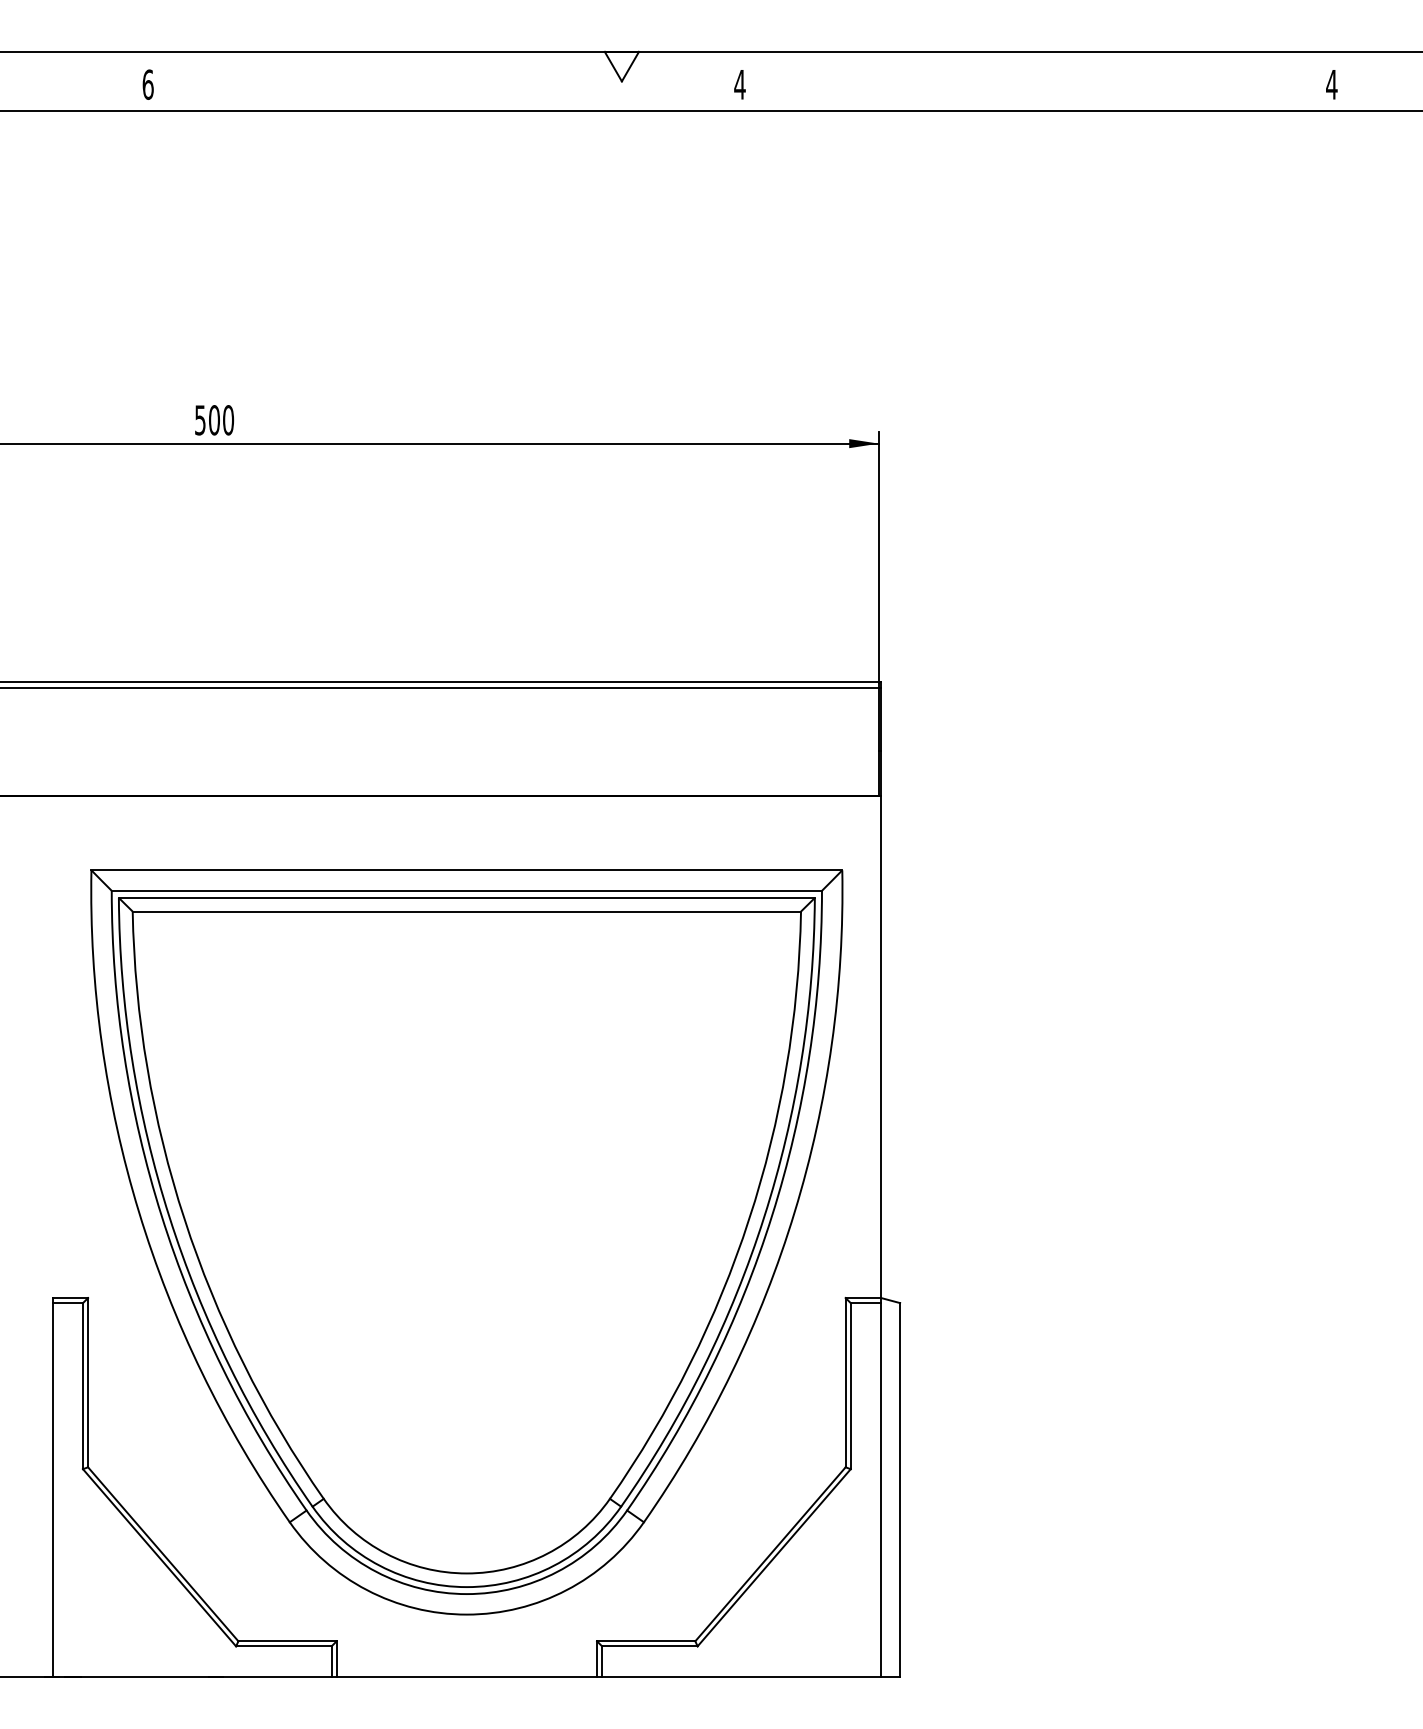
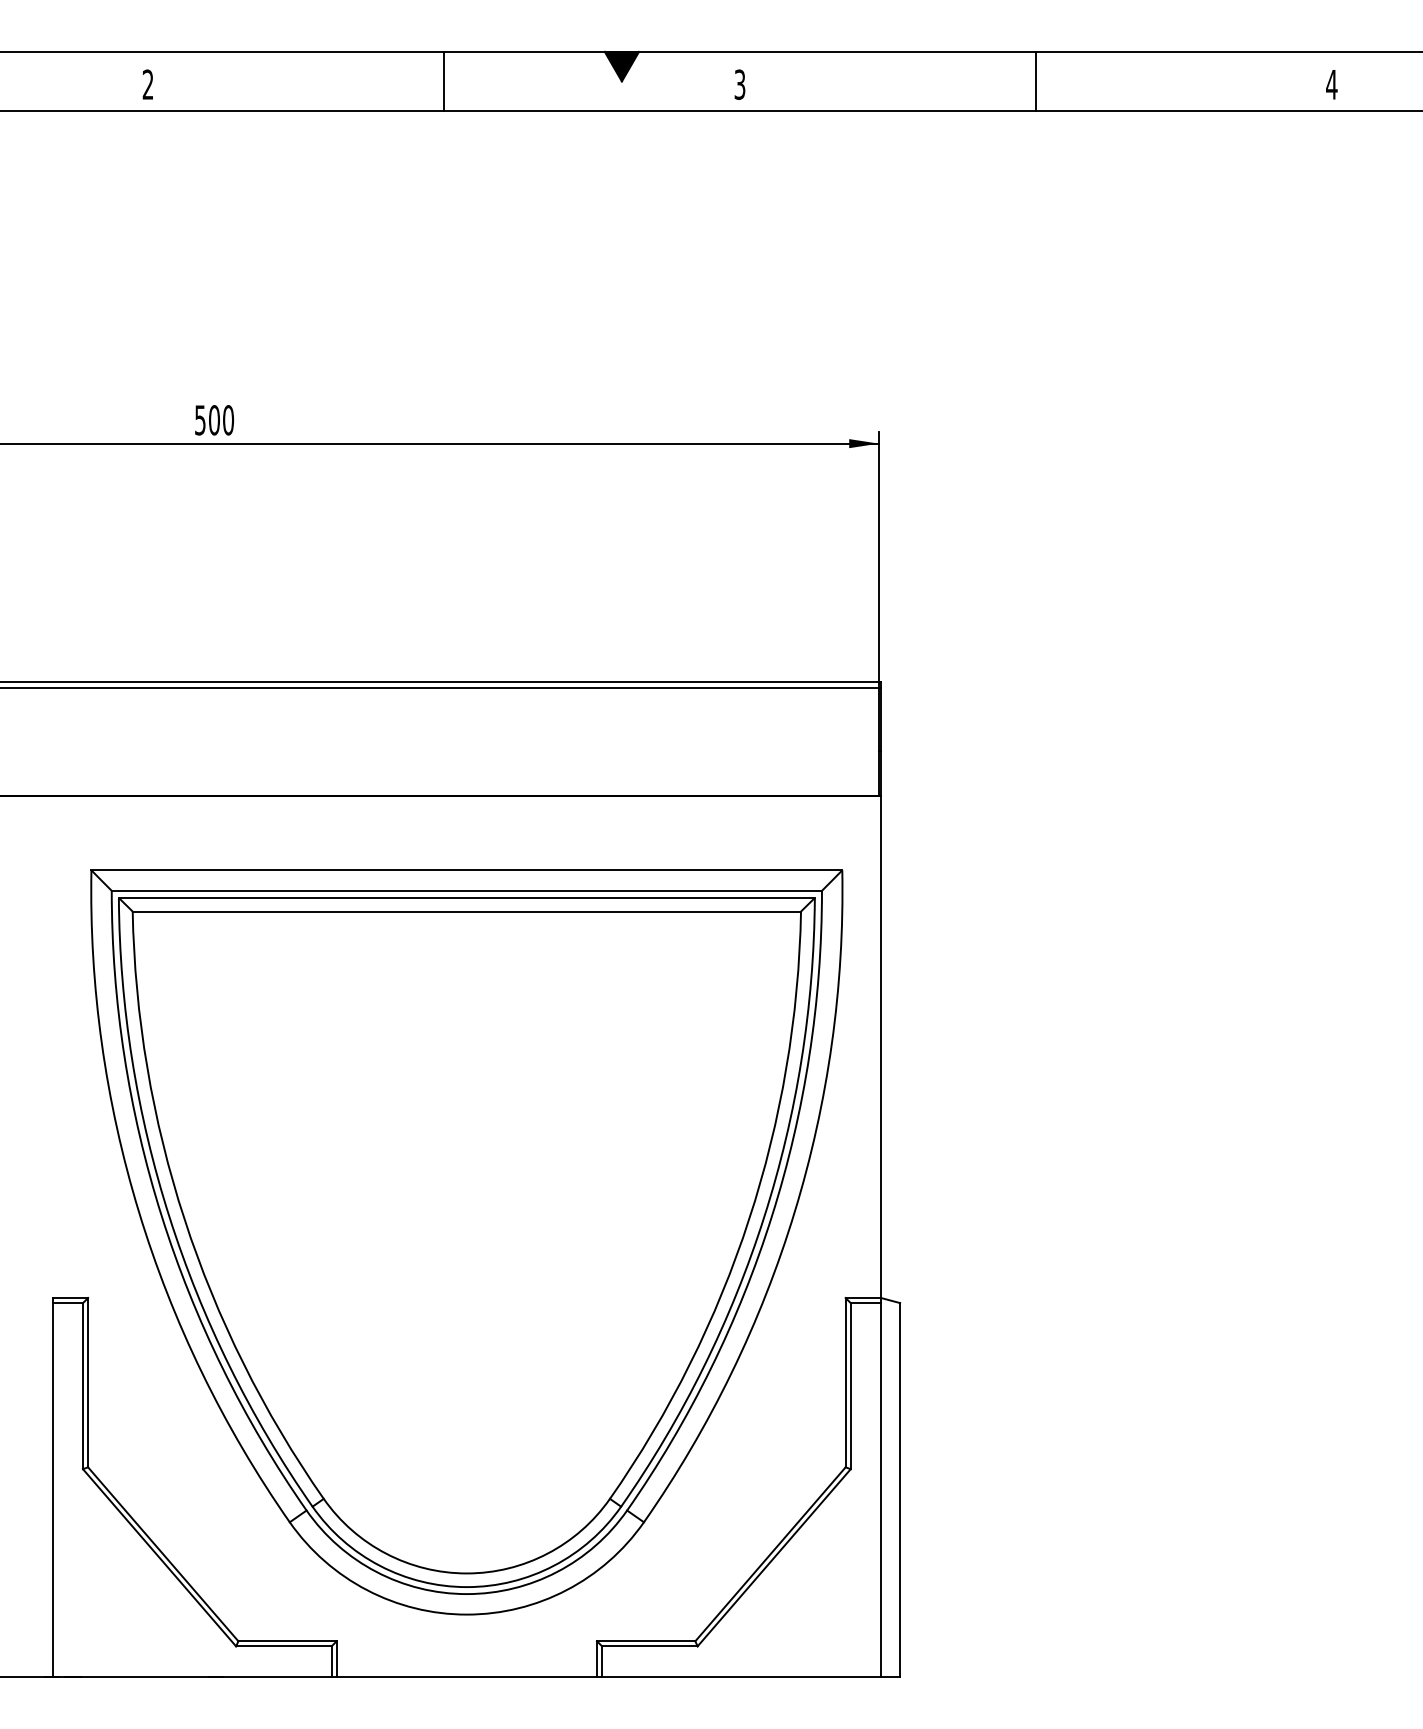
fill at (621, 66): none -> present
line at (444, 81): none -> present
line at (1036, 81): none -> present
text at (147, 84): 6 -> 2
text at (739, 84): 4 -> 3
